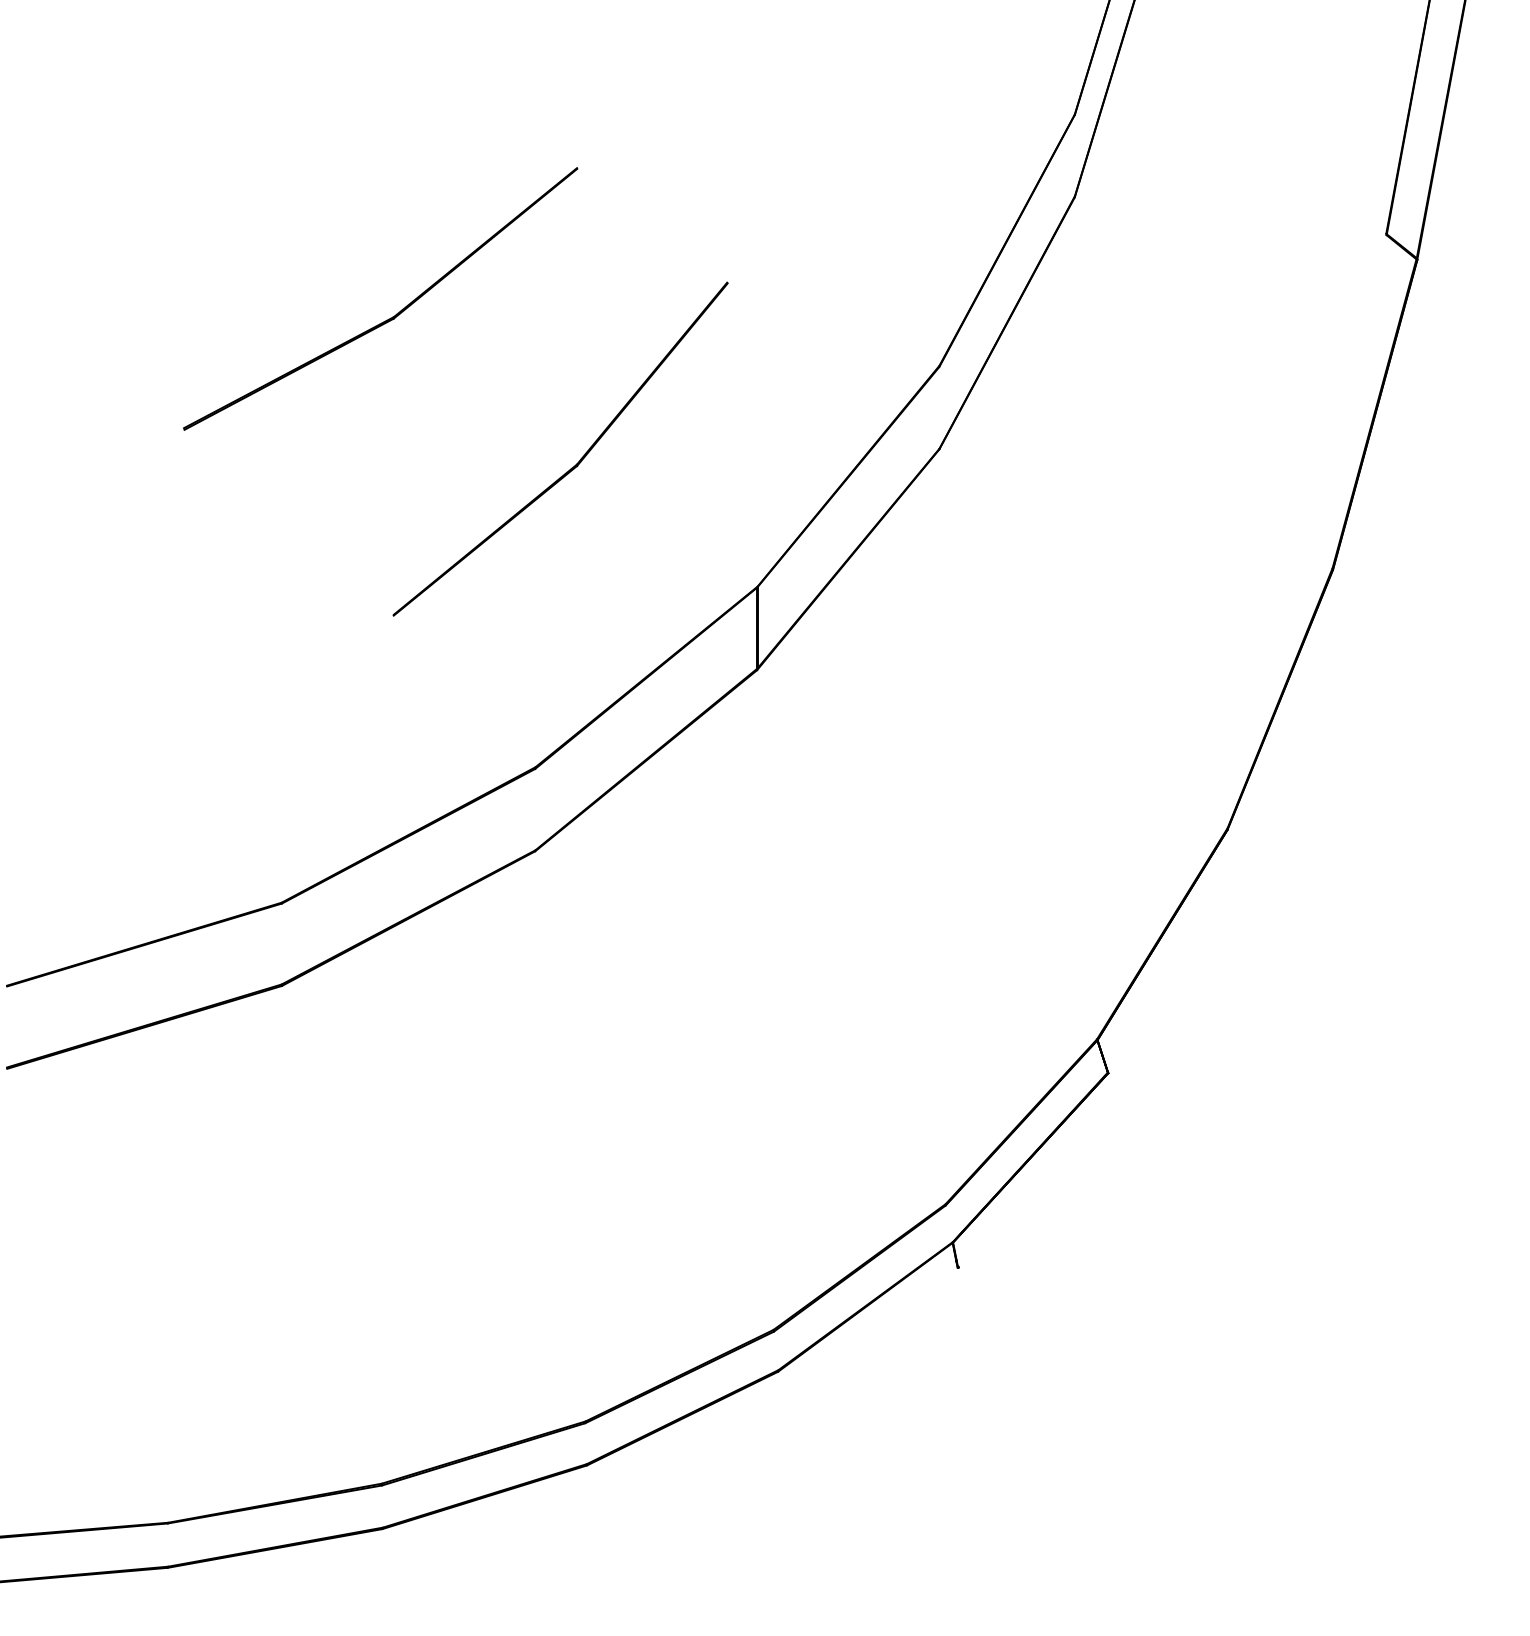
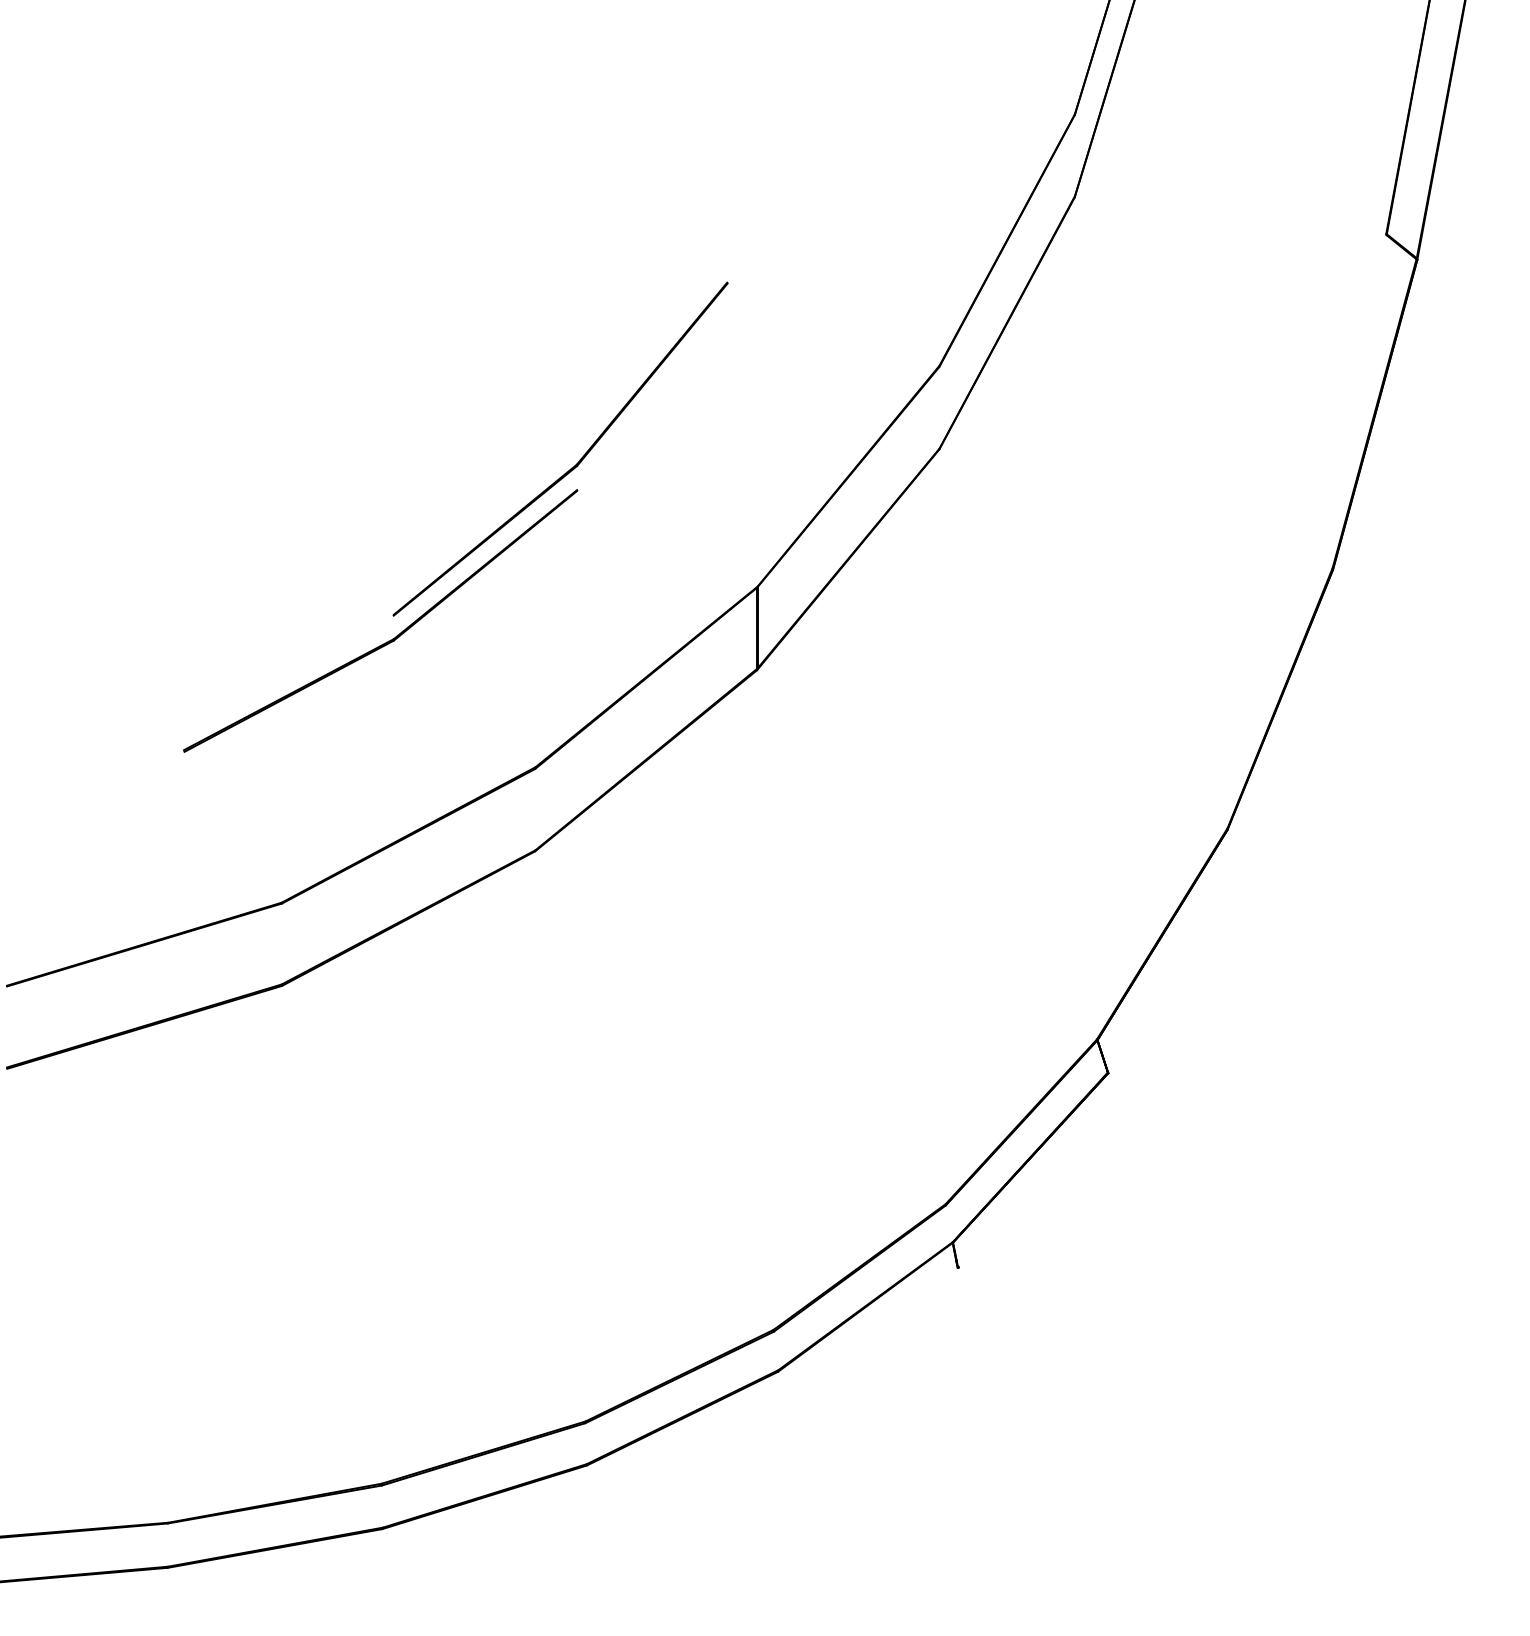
part at (390, 317) position: (390, 317) -> (390, 639)
